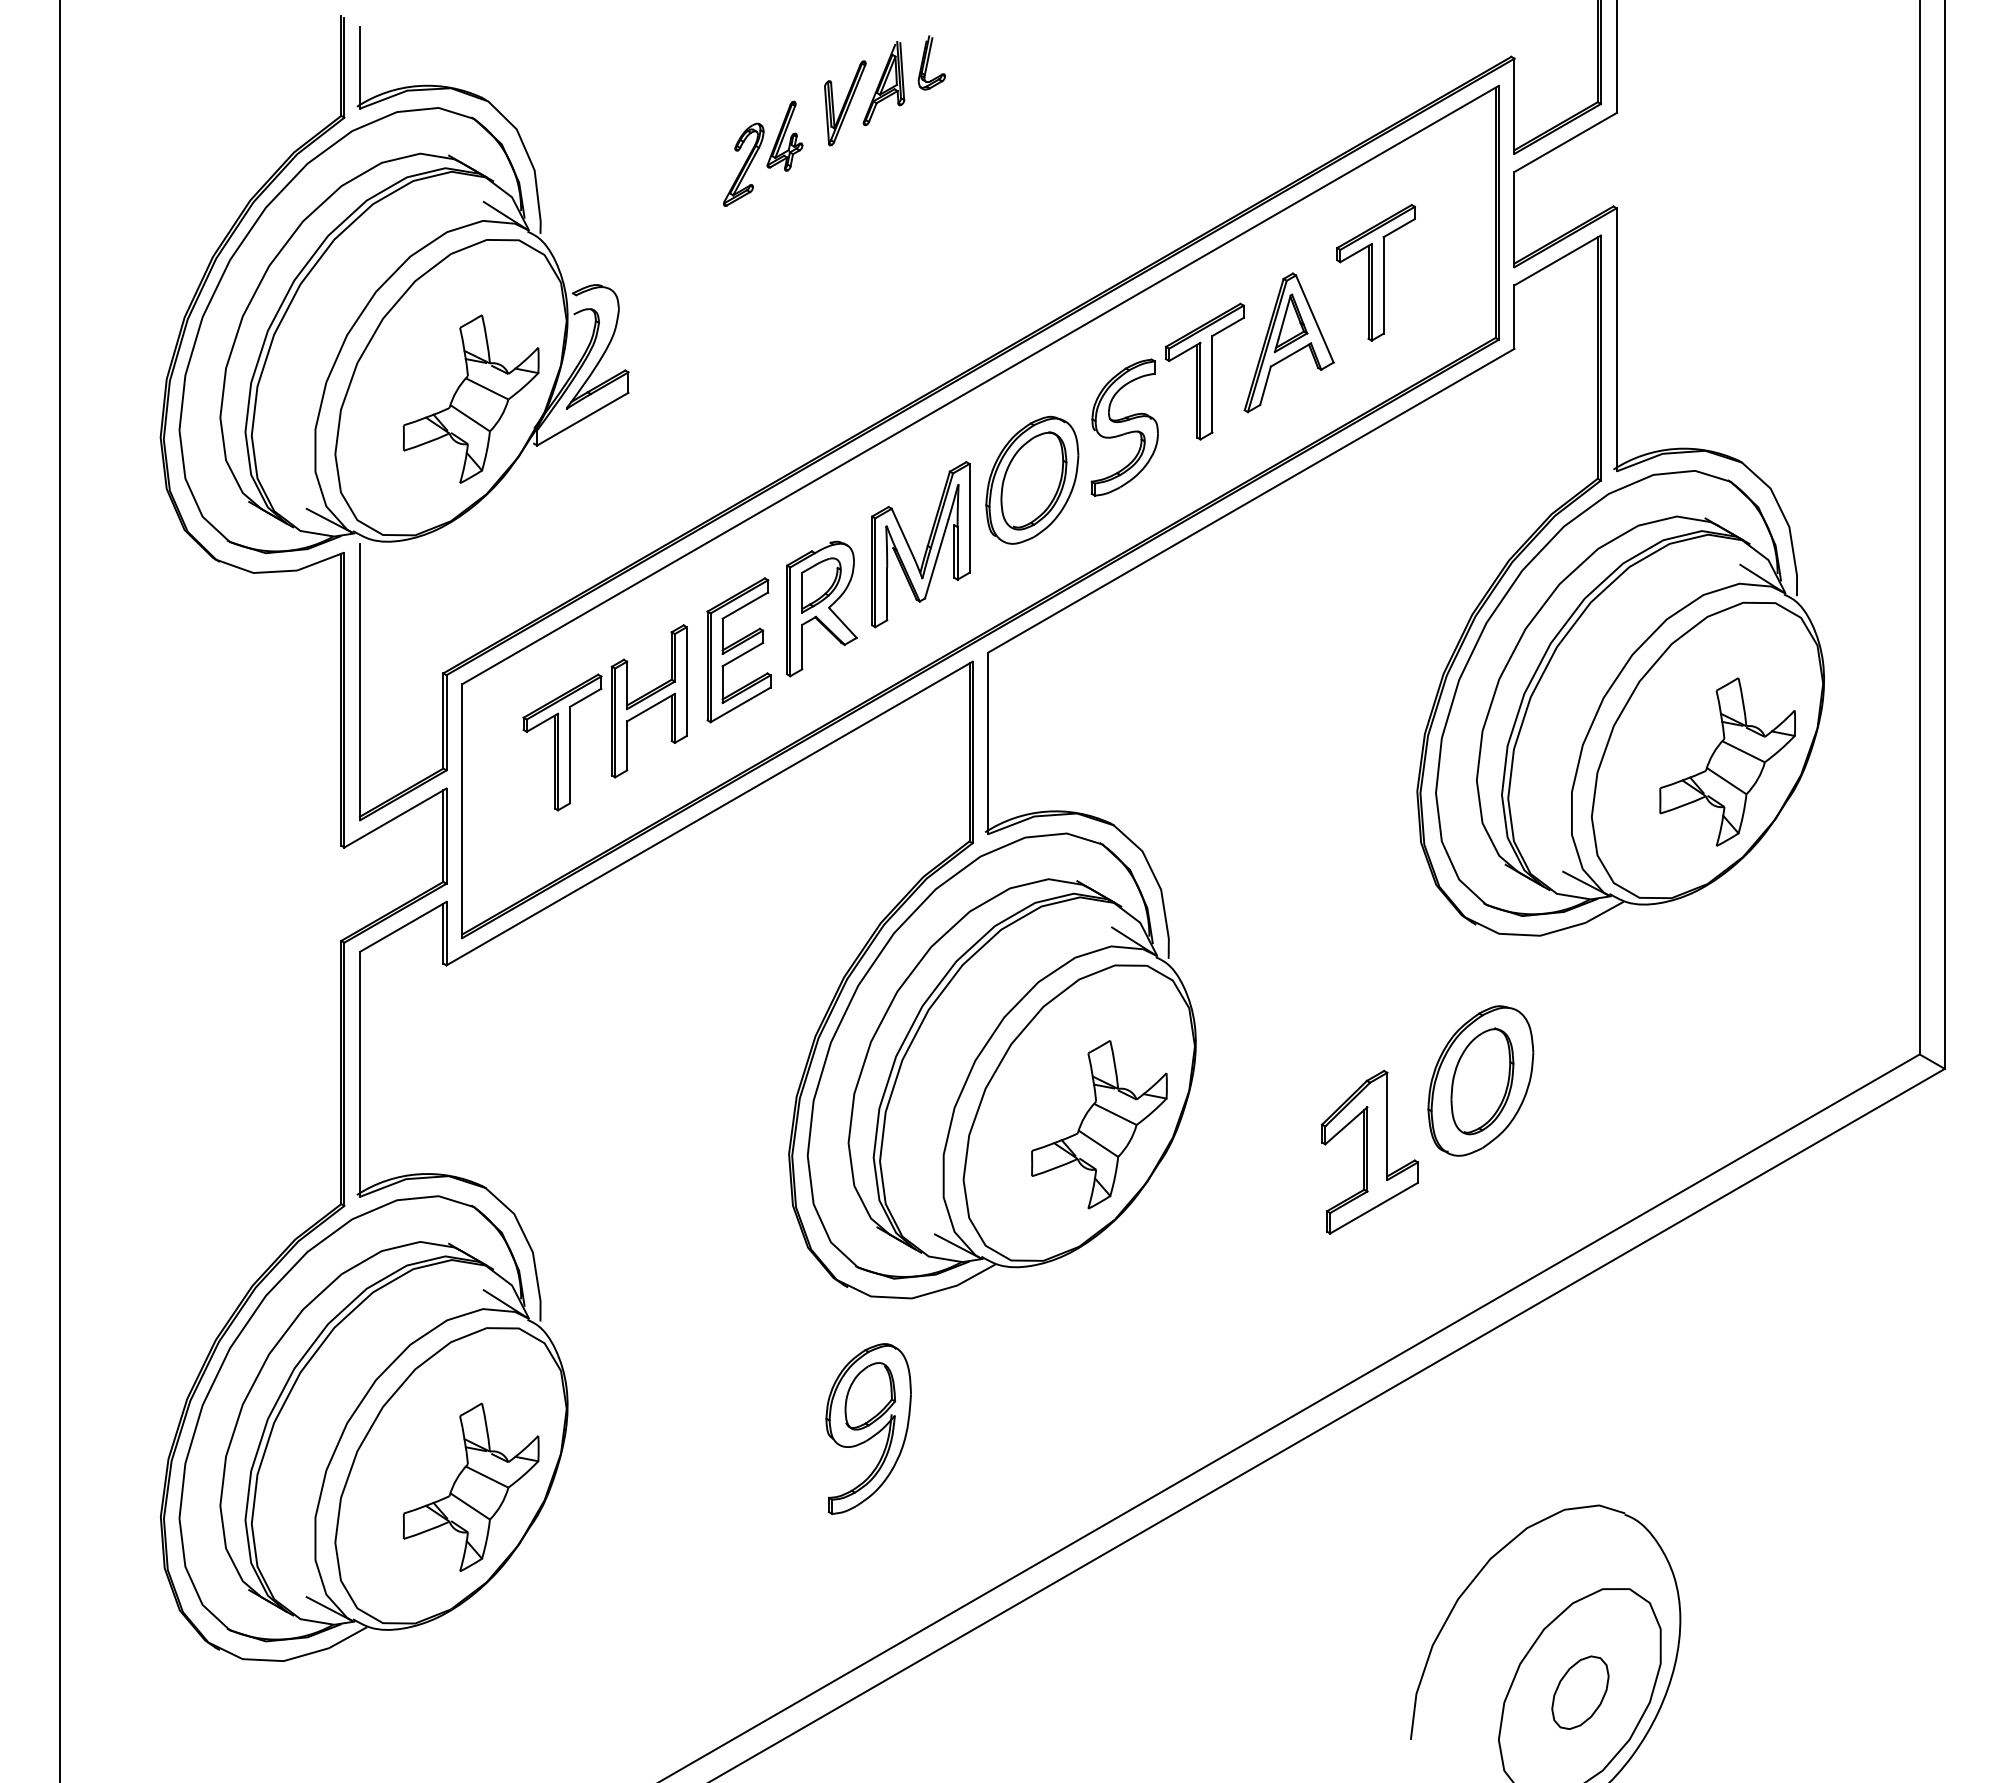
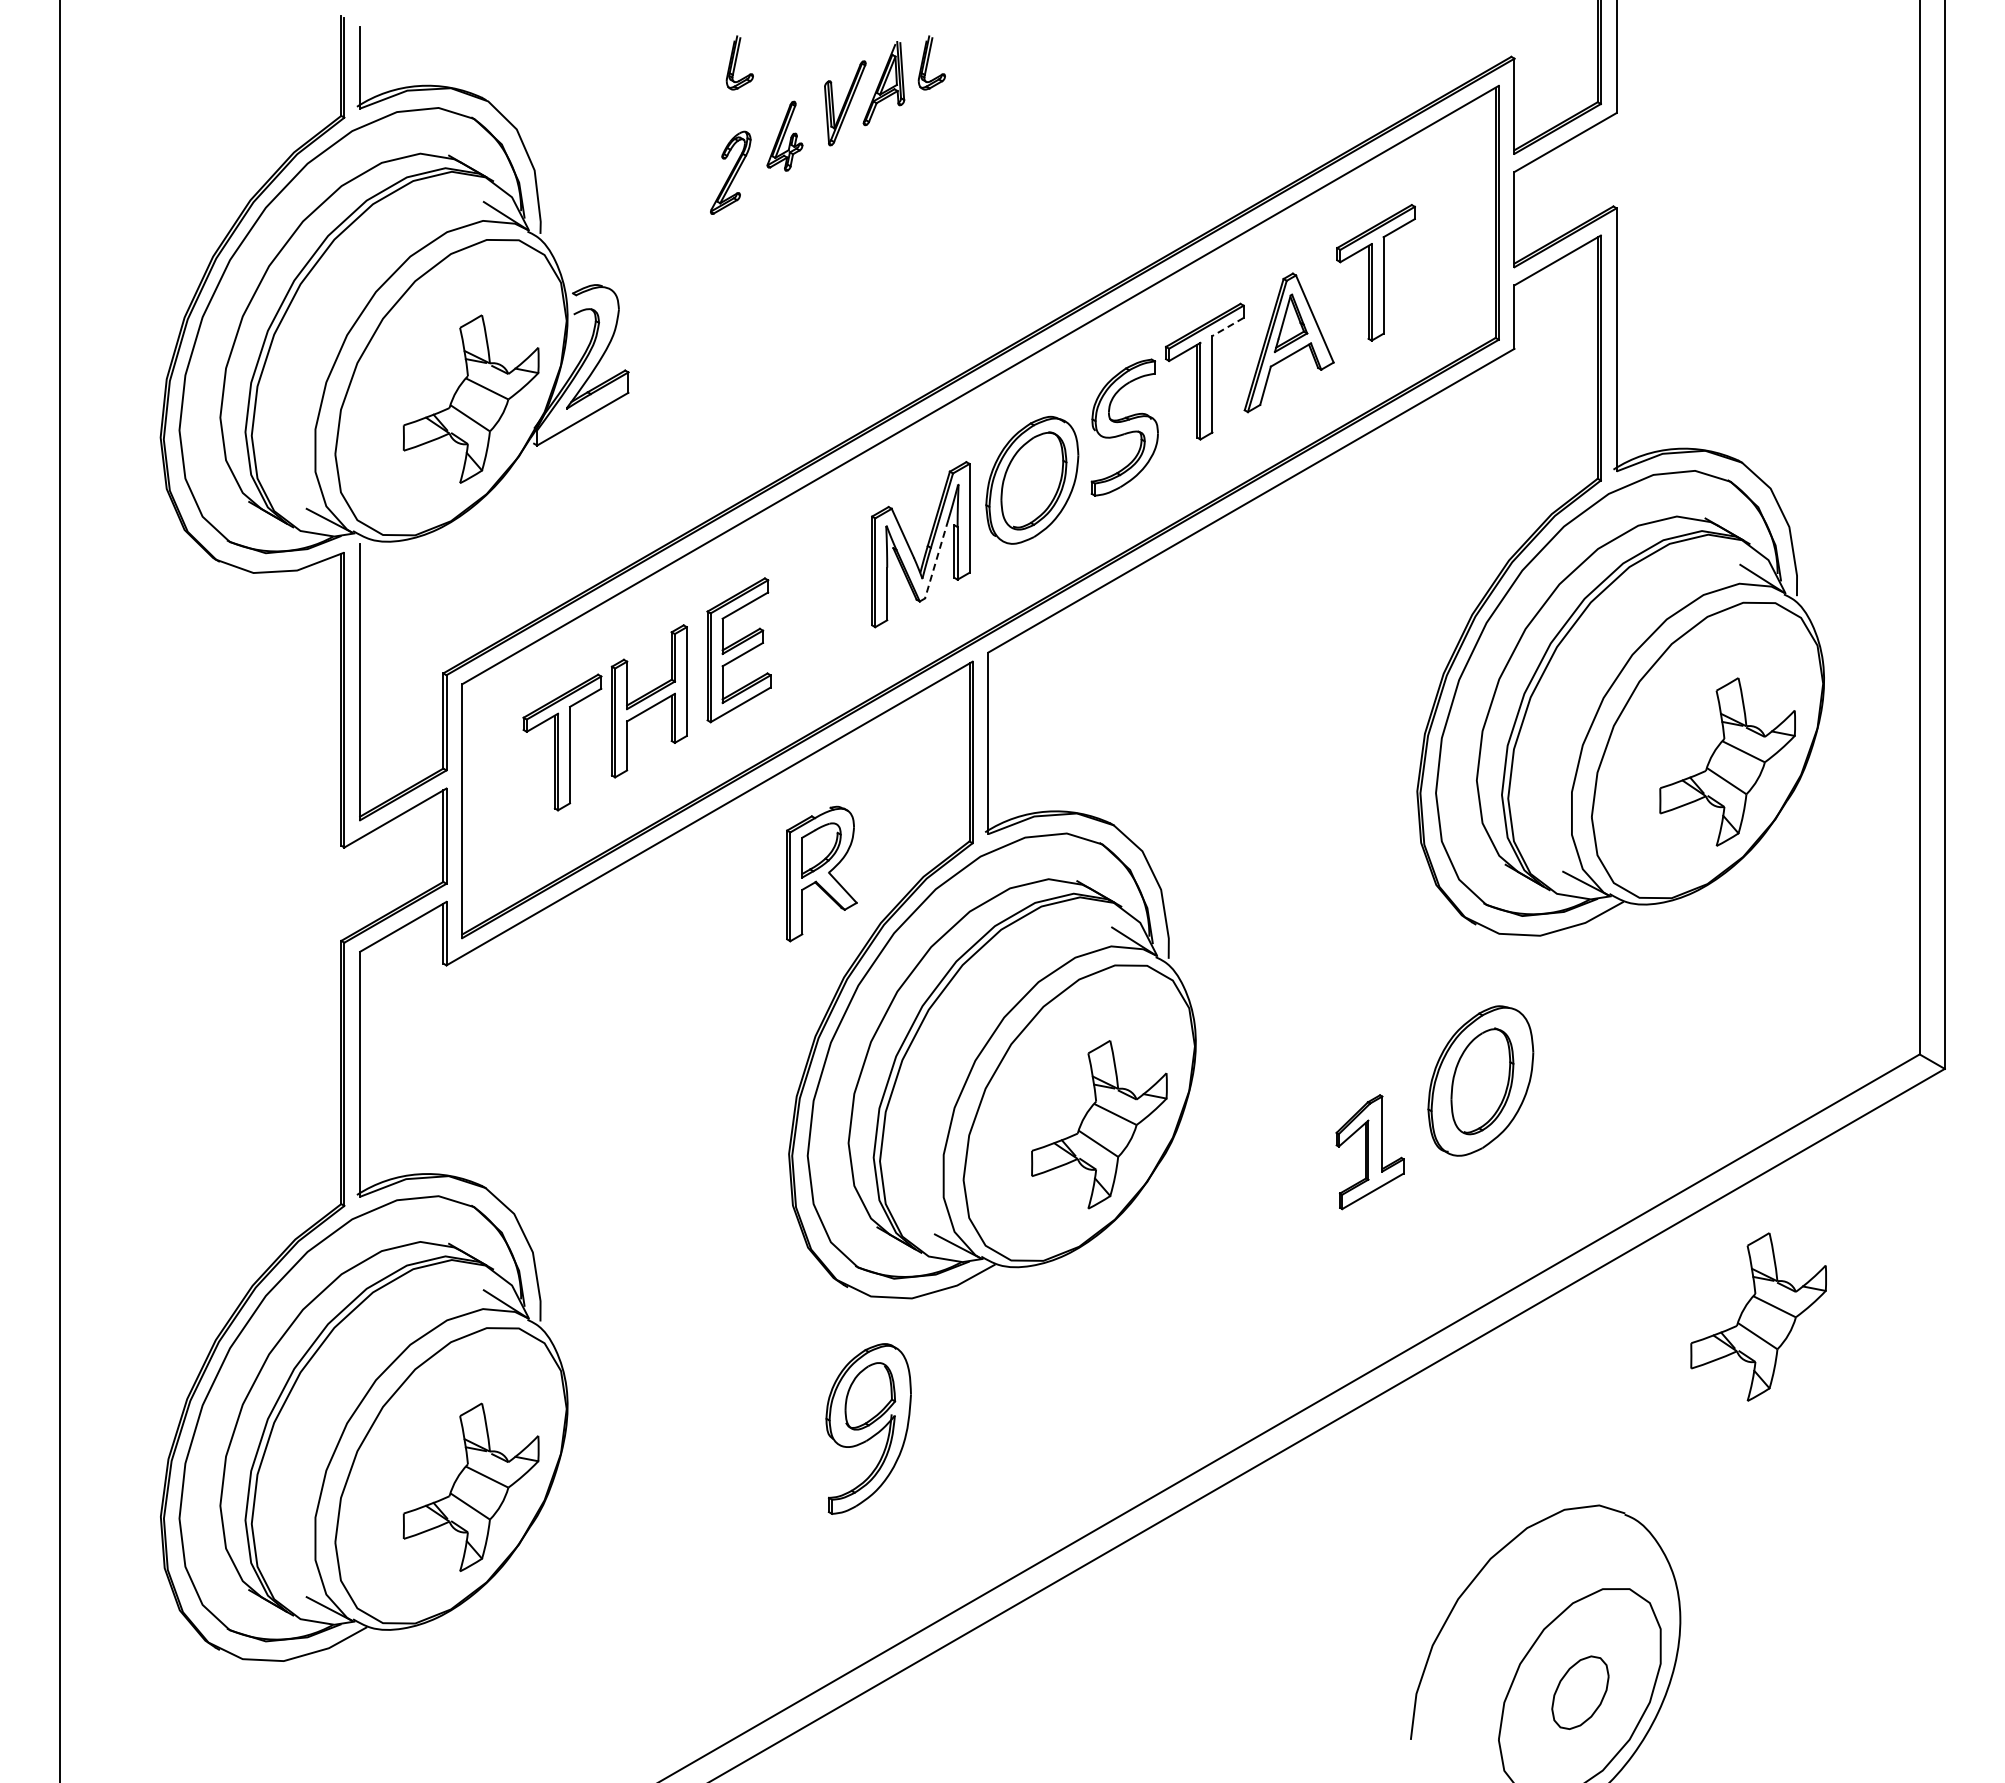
part at (739, 62): none -> present
part at (743, 164) position: (743, 164) -> (730, 172)
line at (1227, 327): solid -> dashed
line at (936, 559): solid -> dashed
part at (821, 608) position: (821, 608) -> (821, 873)
part at (1370, 1151) size: 99x166 px -> 70x117 px
part at (1758, 1316): none -> present
